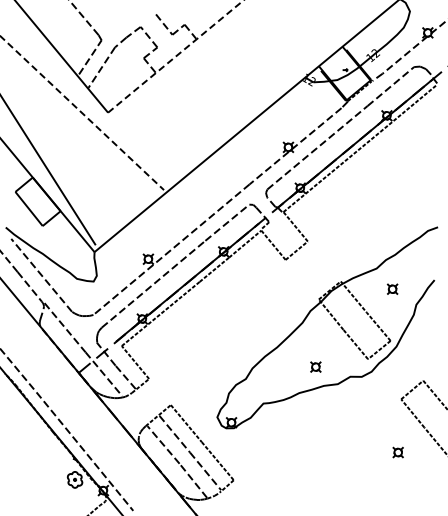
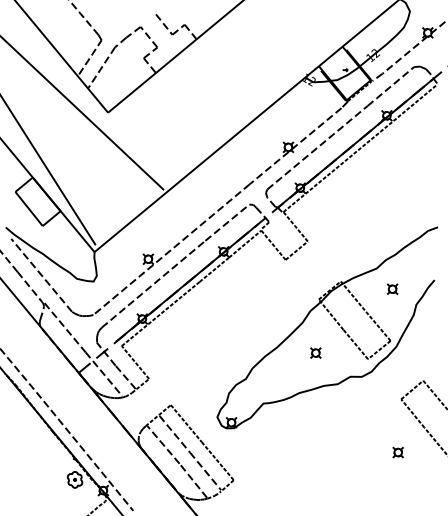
line at (175, 56): dashed -> solid
line at (82, 113): dashed -> solid
part at (315, 366) position: (315, 366) -> (315, 352)
